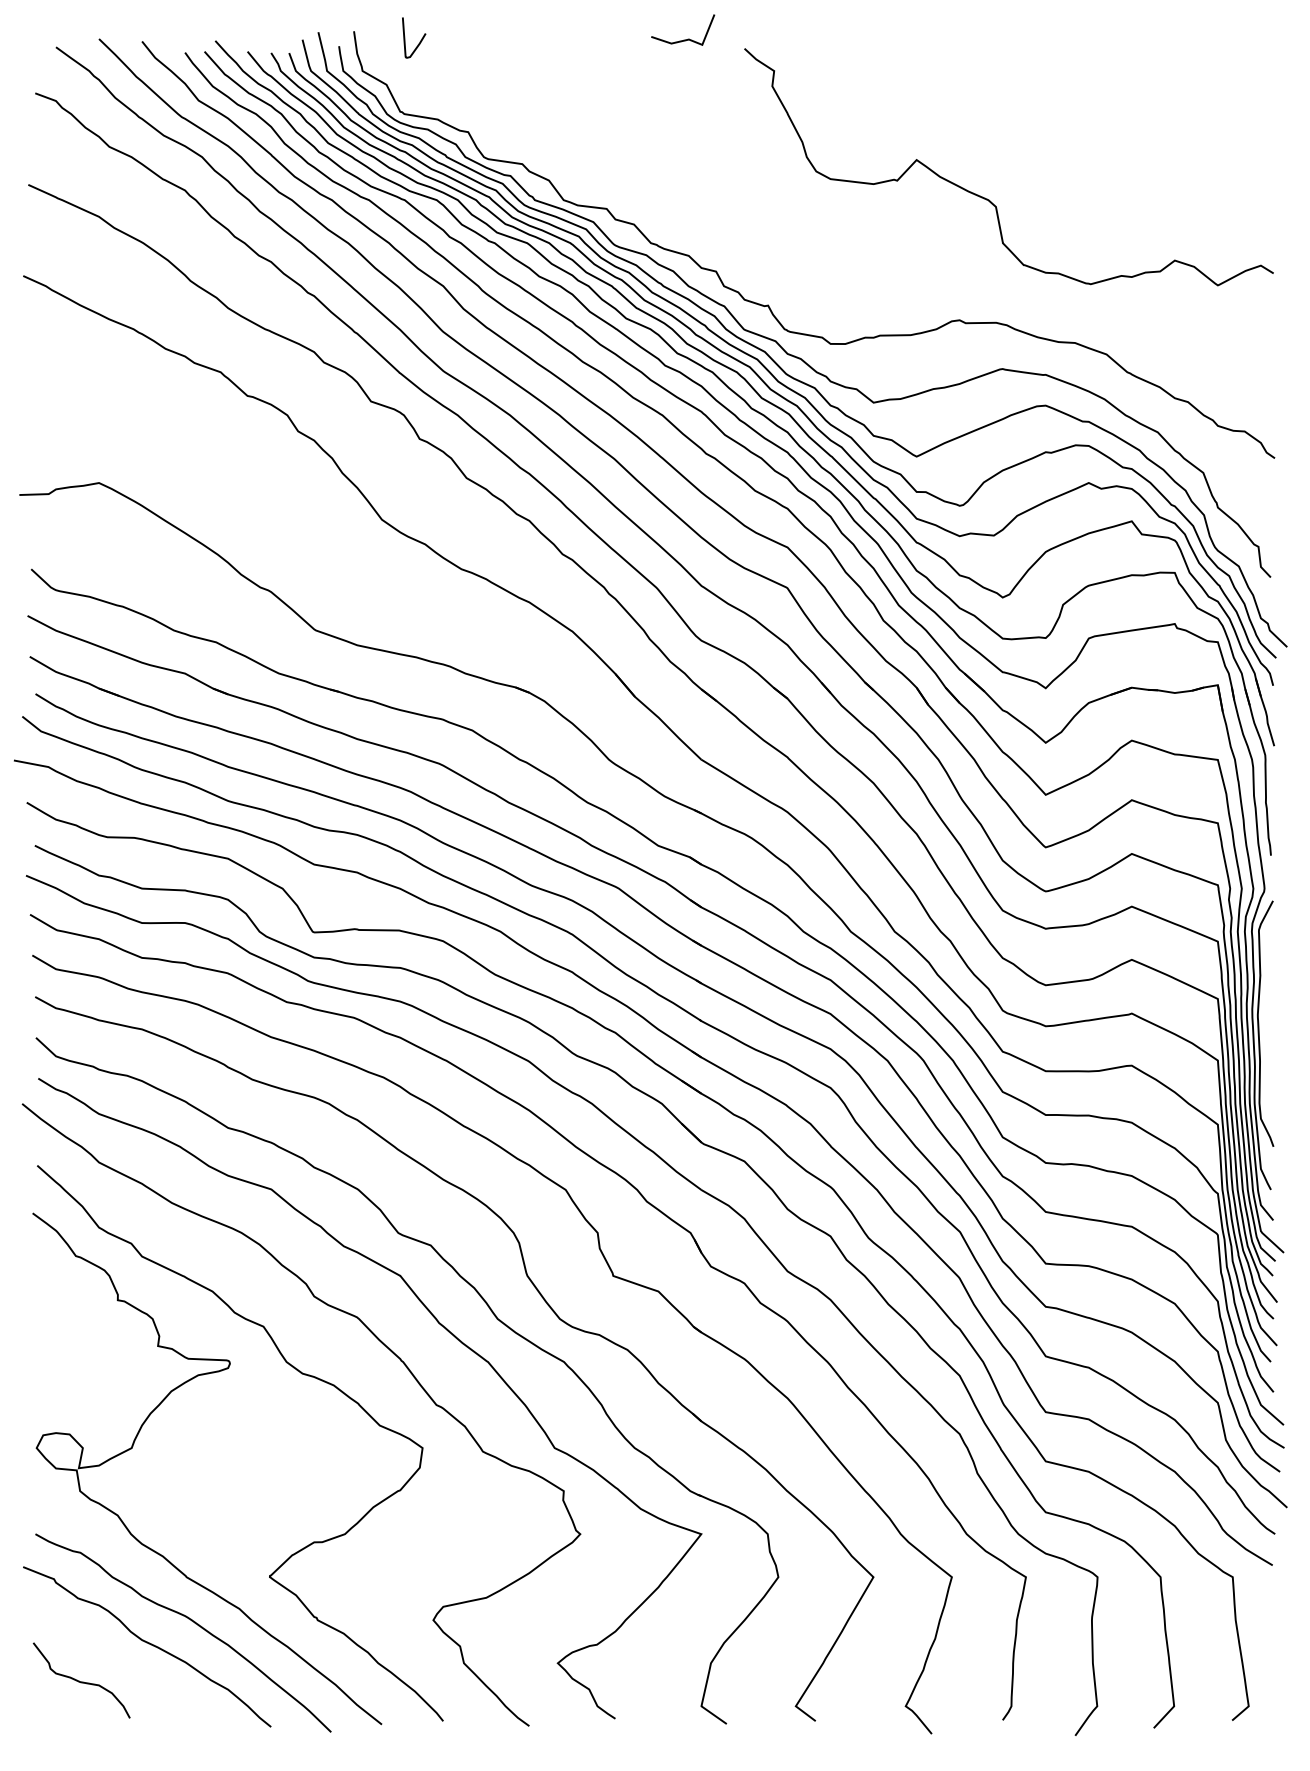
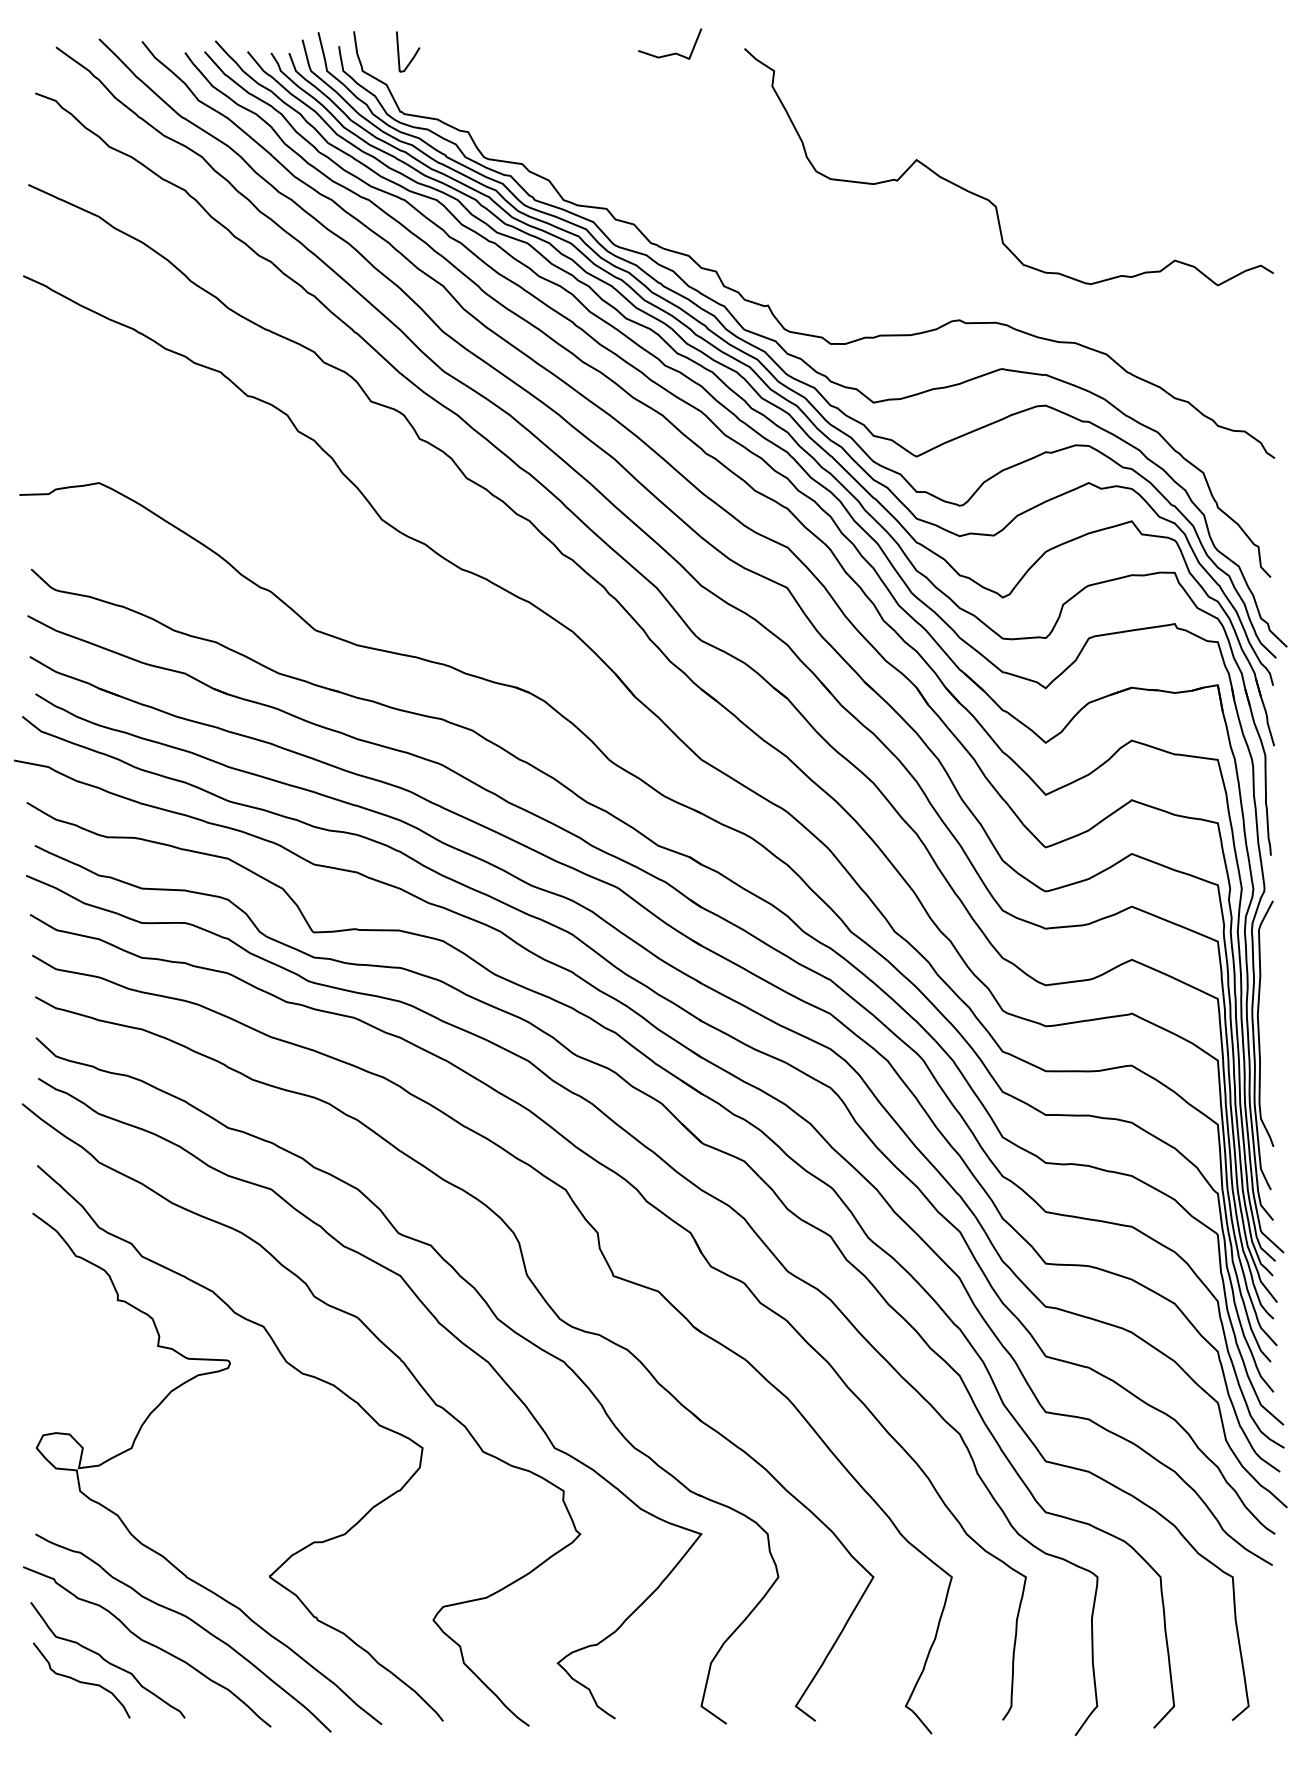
line at (683, 39) position: (683, 39) -> (670, 53)
curve at (419, 41) position: (419, 41) -> (413, 55)
curve at (107, 1660): none -> present
